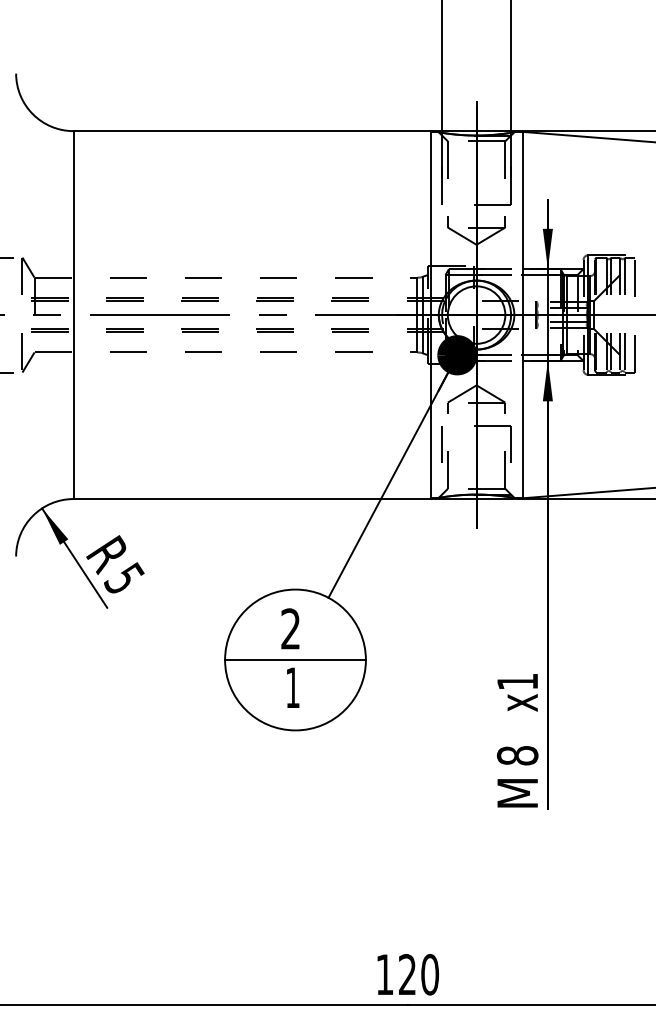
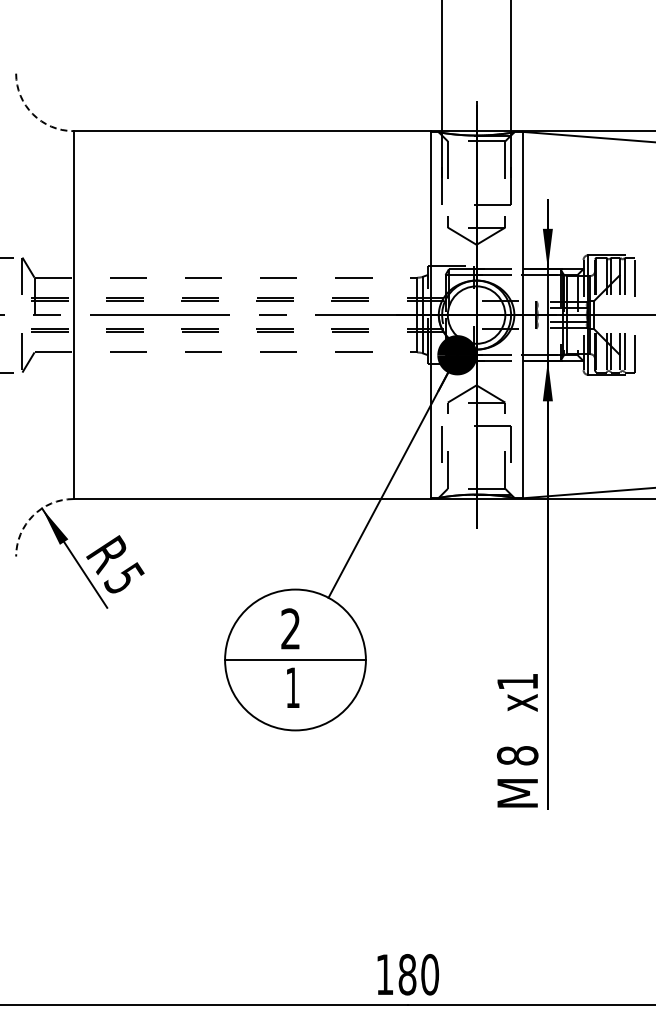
arc at (32, 114): solid -> dashed
arc at (32, 515): solid -> dashed
text at (407, 974): 120 -> 180
